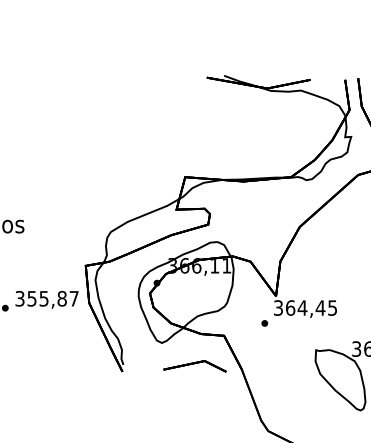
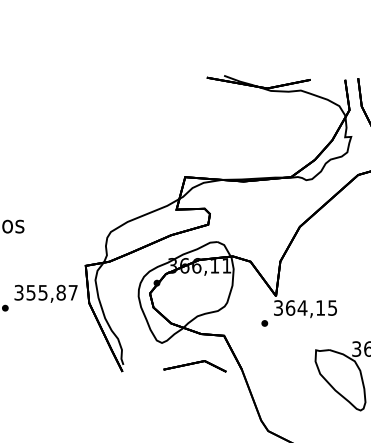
text at (46, 299) position: (46, 299) -> (45, 293)
text at (320, 307): 364,45 -> 364,15
